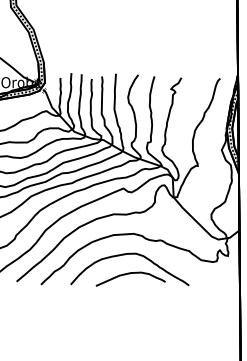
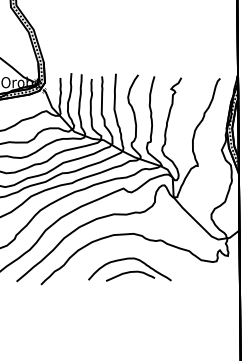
part at (129, 269) size: 120x35 px -> 84x25 px
